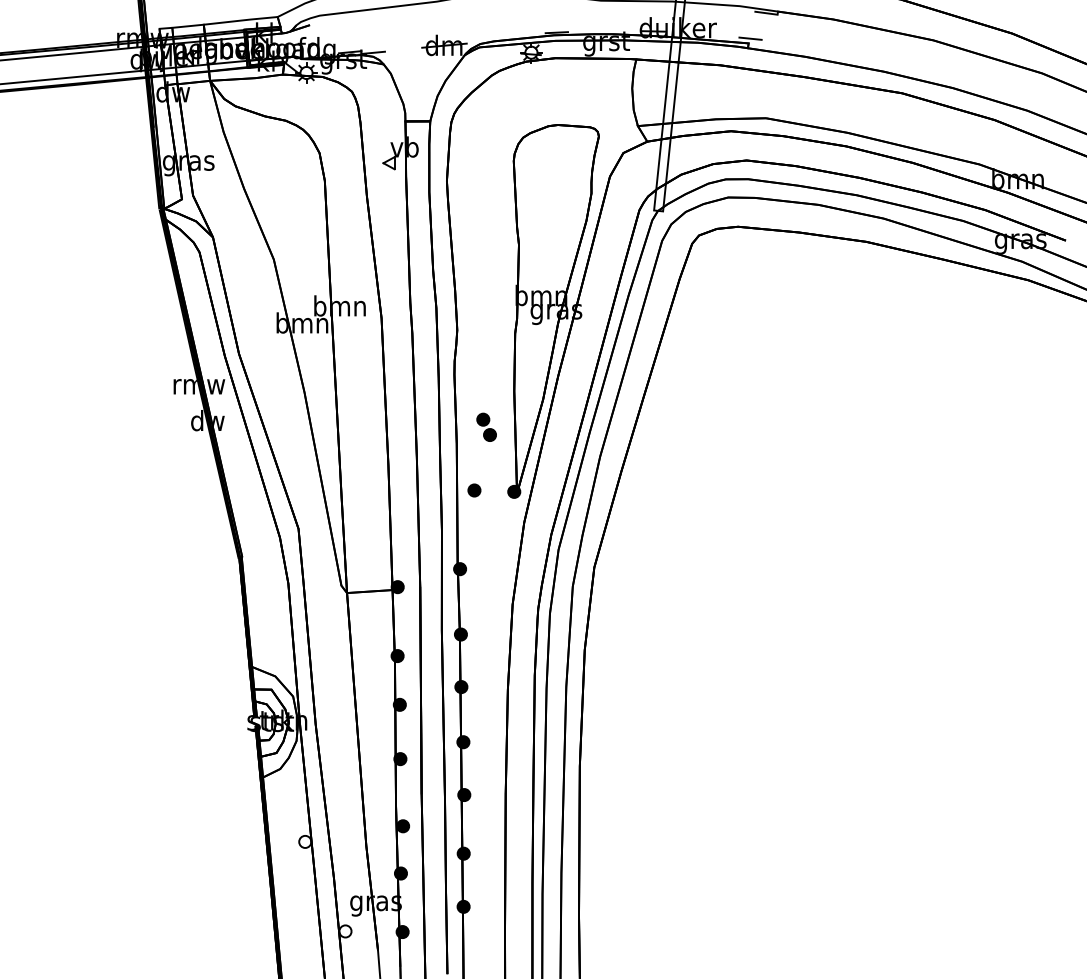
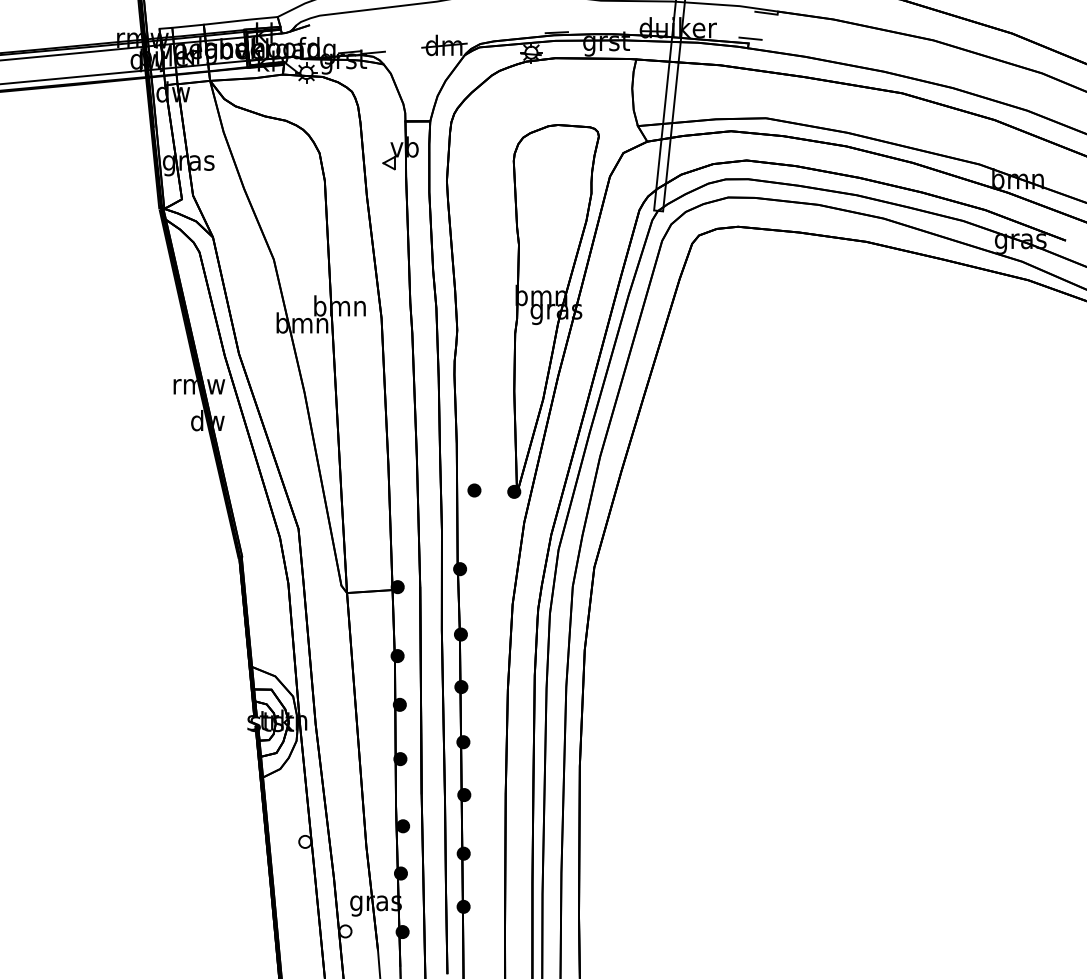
part at (486, 426): present -> none
